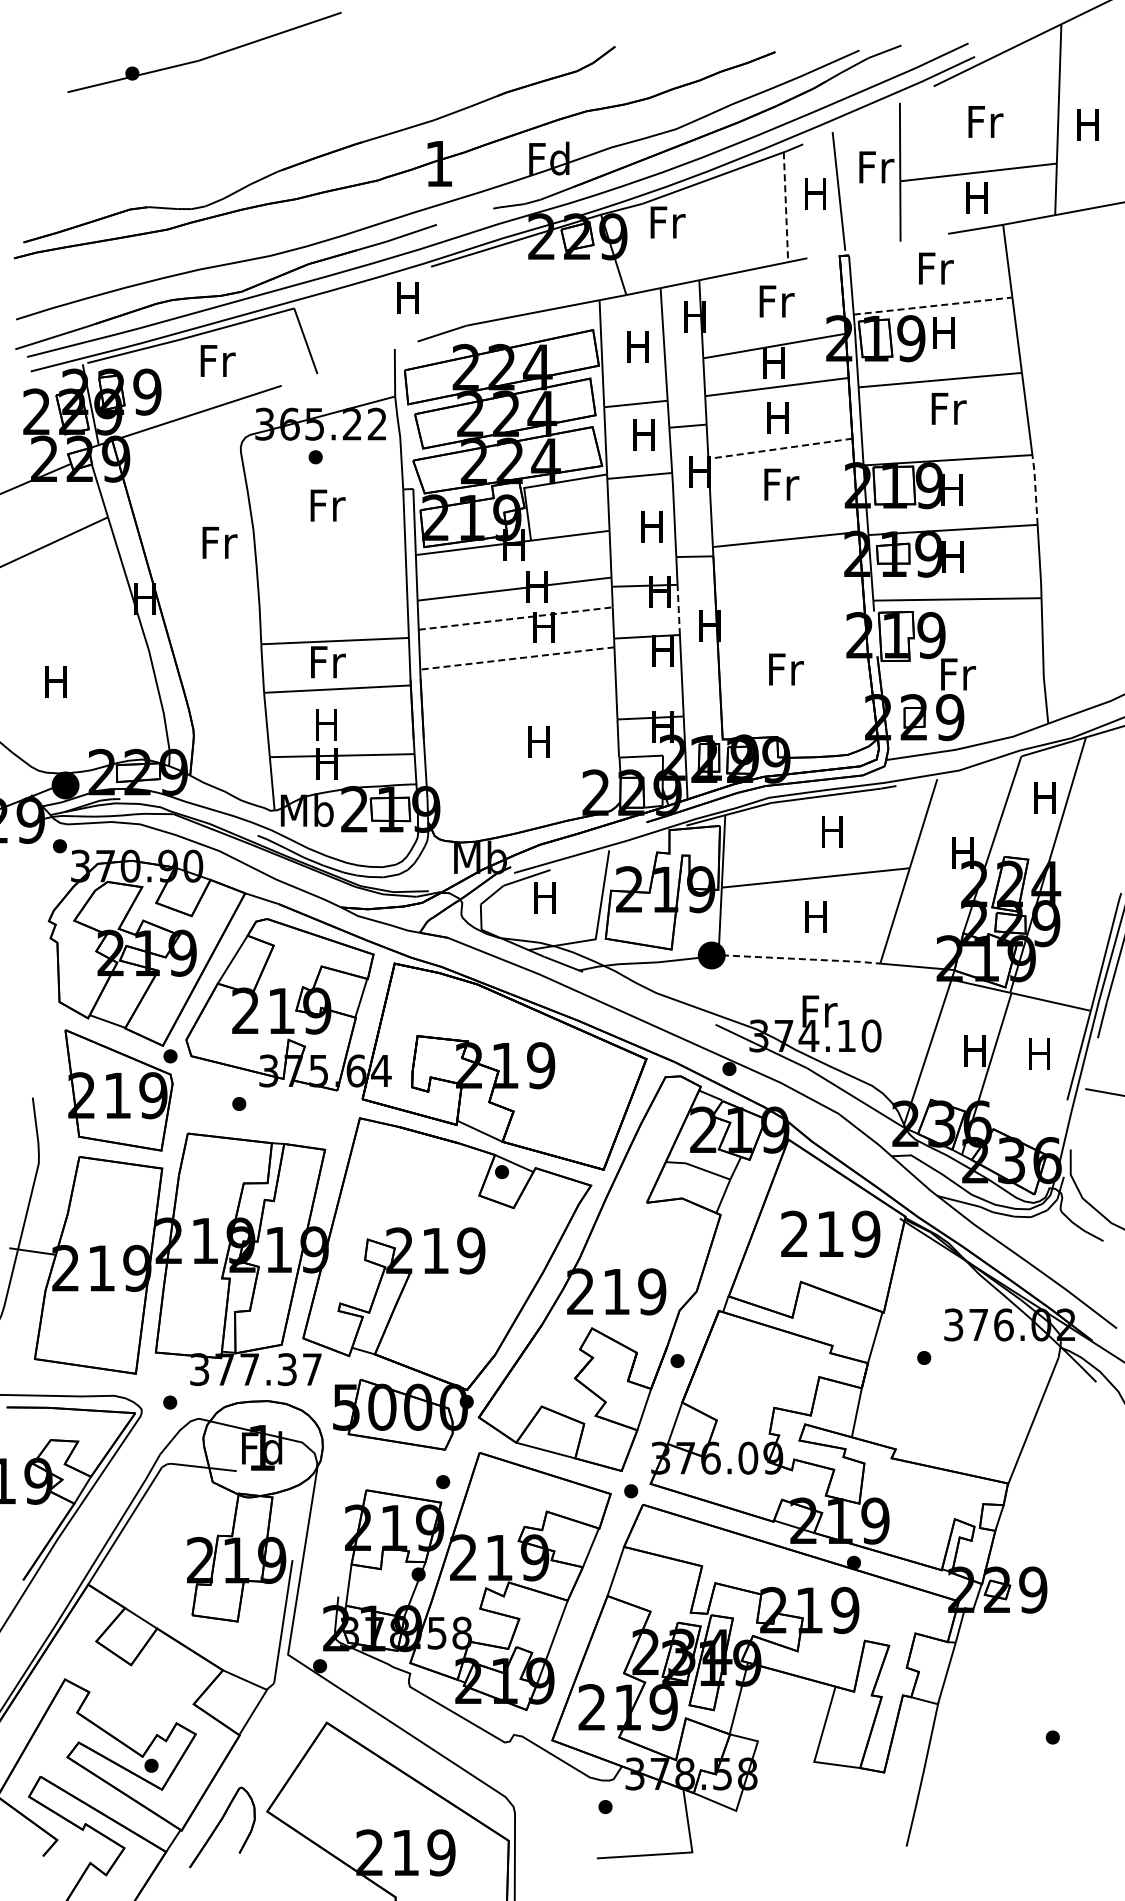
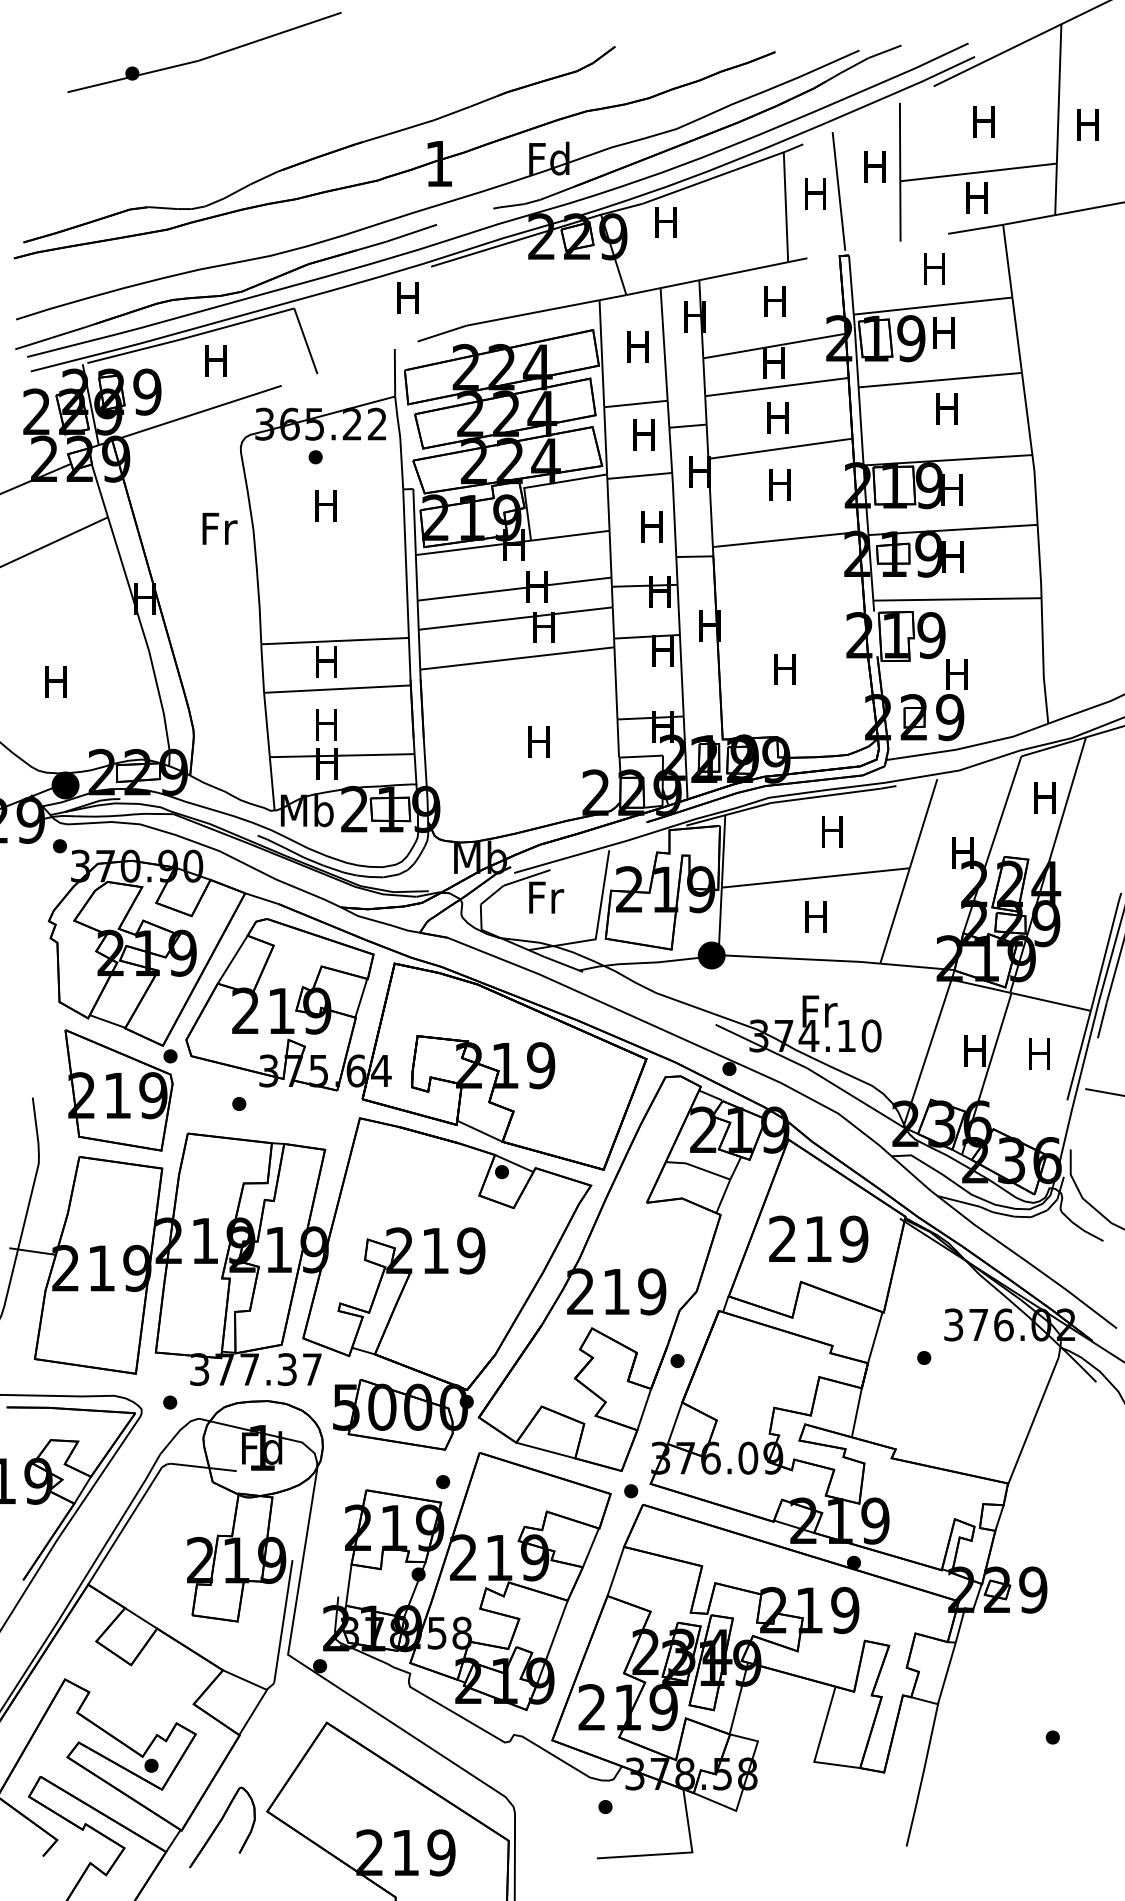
text at (985, 121): Fr -> H
text at (876, 167): Fr -> H
line at (785, 207): dashed -> solid
text at (667, 222): Fr -> H
text at (936, 268): Fr -> H
text at (776, 301): Fr -> H
line at (933, 306): dashed -> solid
text at (217, 360): Fr -> H
text at (948, 408): Fr -> H
line at (780, 448): dashed -> solid
text at (781, 484): Fr -> H
line at (1035, 489): dashed -> solid
text at (327, 505): Fr -> H
text at (219, 542) position: (219, 542) -> (219, 528)
line at (678, 609): dashed -> solid
line at (515, 618): dashed -> solid
line at (517, 658): dashed -> solid
text at (328, 662): Fr -> H
text at (786, 669): Fr -> H
text at (958, 674): Fr -> H
text at (546, 897): H -> Fr
line at (801, 959): dashed -> solid
text at (830, 1233) position: (830, 1233) -> (818, 1238)
